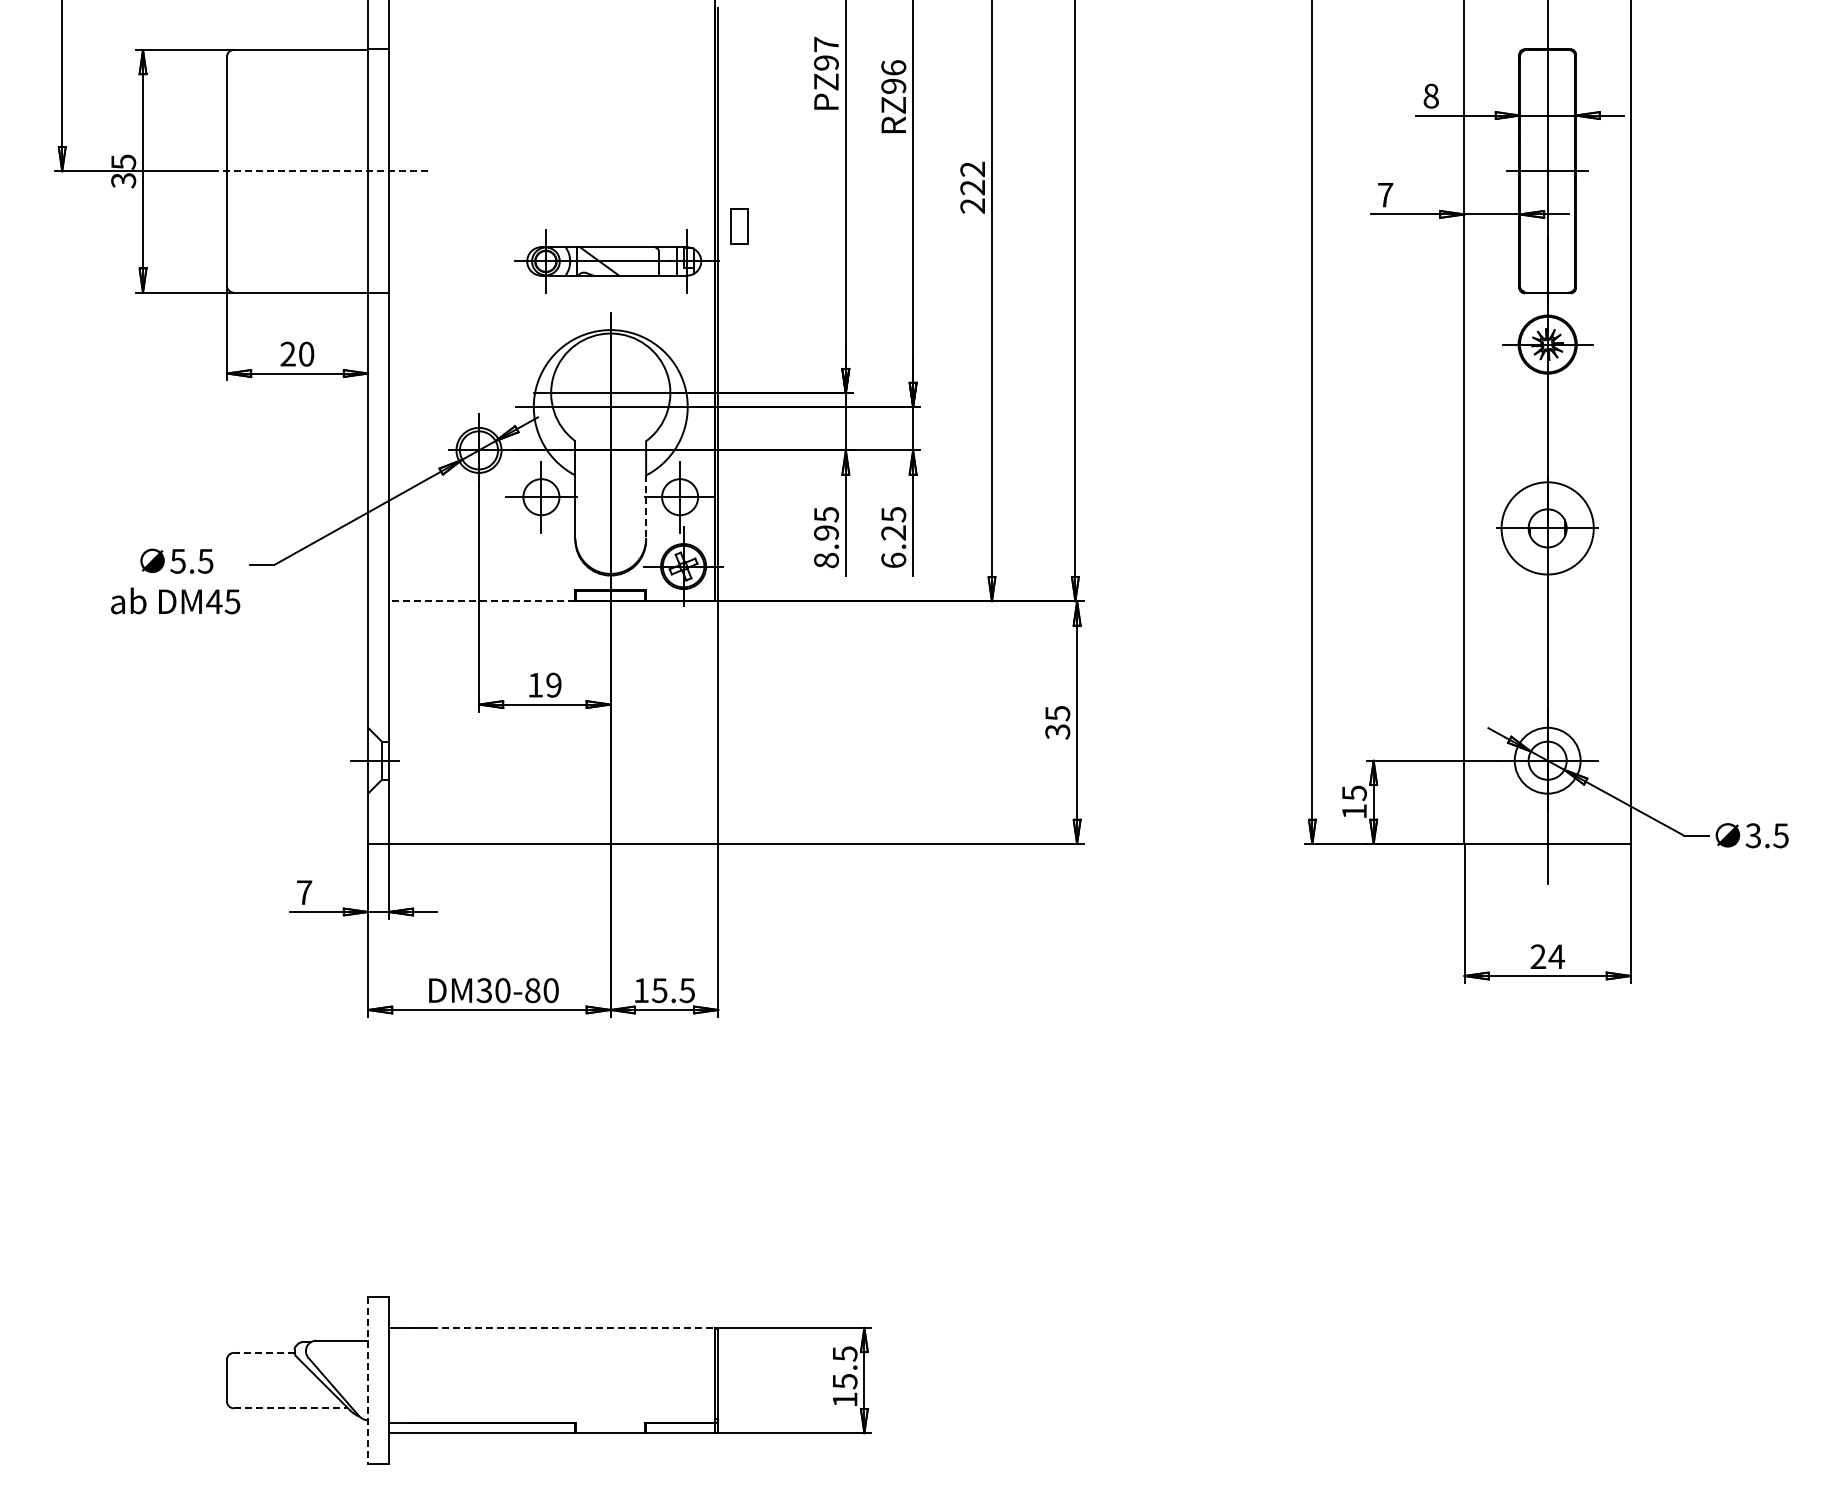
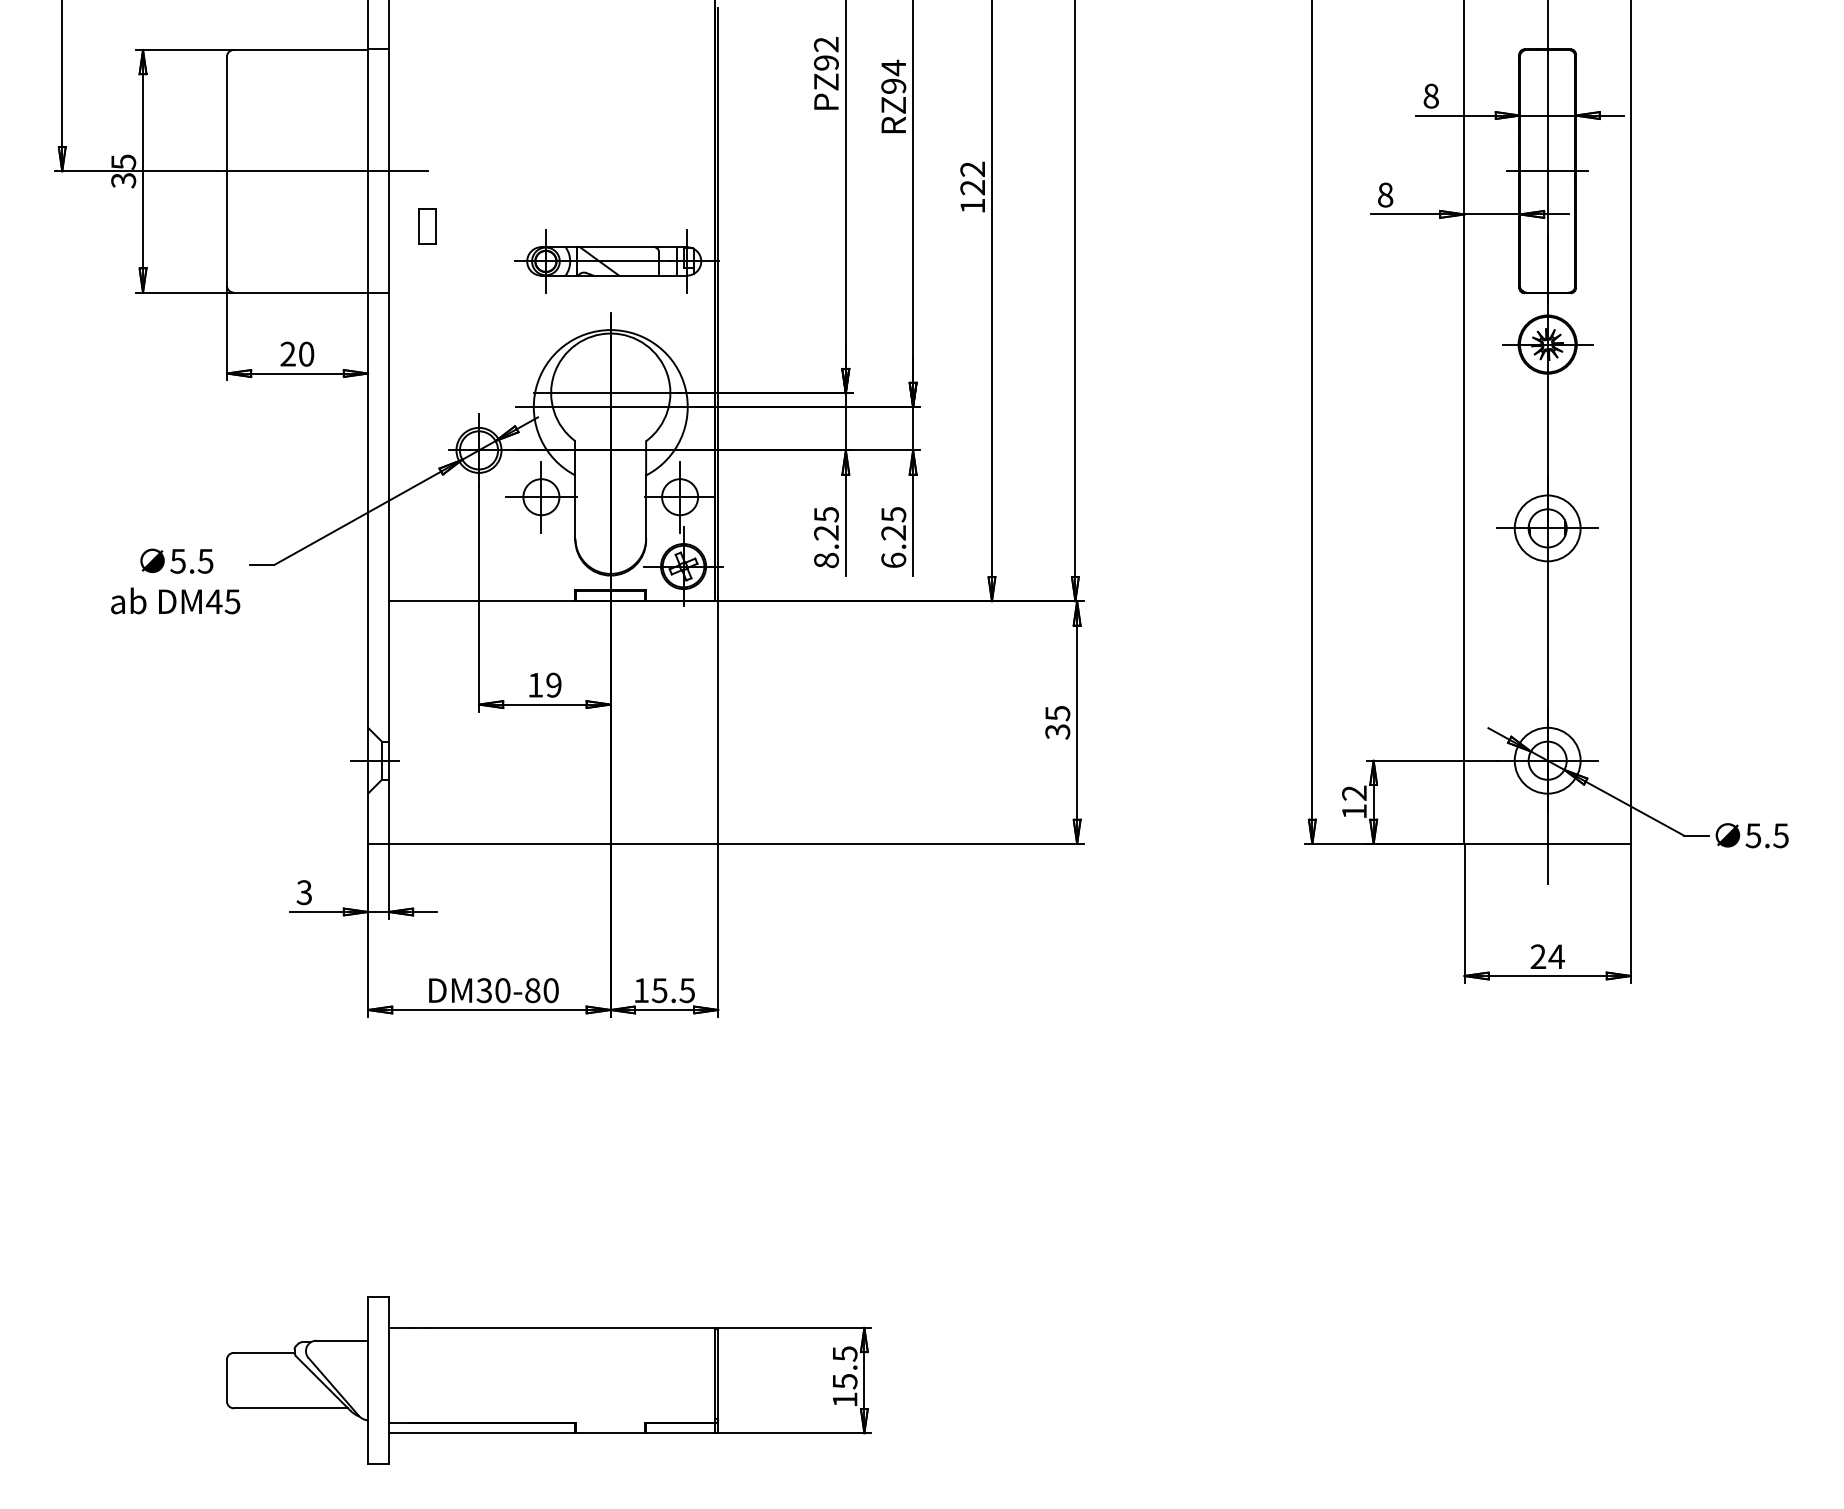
text at (825, 44): PZ97 -> PZ92
text at (893, 67): RZ96 -> RZ94
line at (322, 171): dashed -> solid
text at (1385, 194): 7 -> 8
text at (972, 205): 222 -> 122
part at (739, 226) position: (739, 226) -> (427, 226)
line at (646, 508): dashed -> solid
circle at (1547, 528) diameter: 92 px -> 66 px
text at (826, 532): 8.95 -> 8.25
line at (481, 601): dashed -> solid
text at (1354, 793): 15 -> 12
text at (1753, 835): 3.5 -> 5.5
text at (304, 892): 7 -> 3
line at (572, 1327): dashed -> solid
line at (263, 1352): dashed -> solid
line at (368, 1381): dashed -> solid
line at (291, 1408): dashed -> solid
